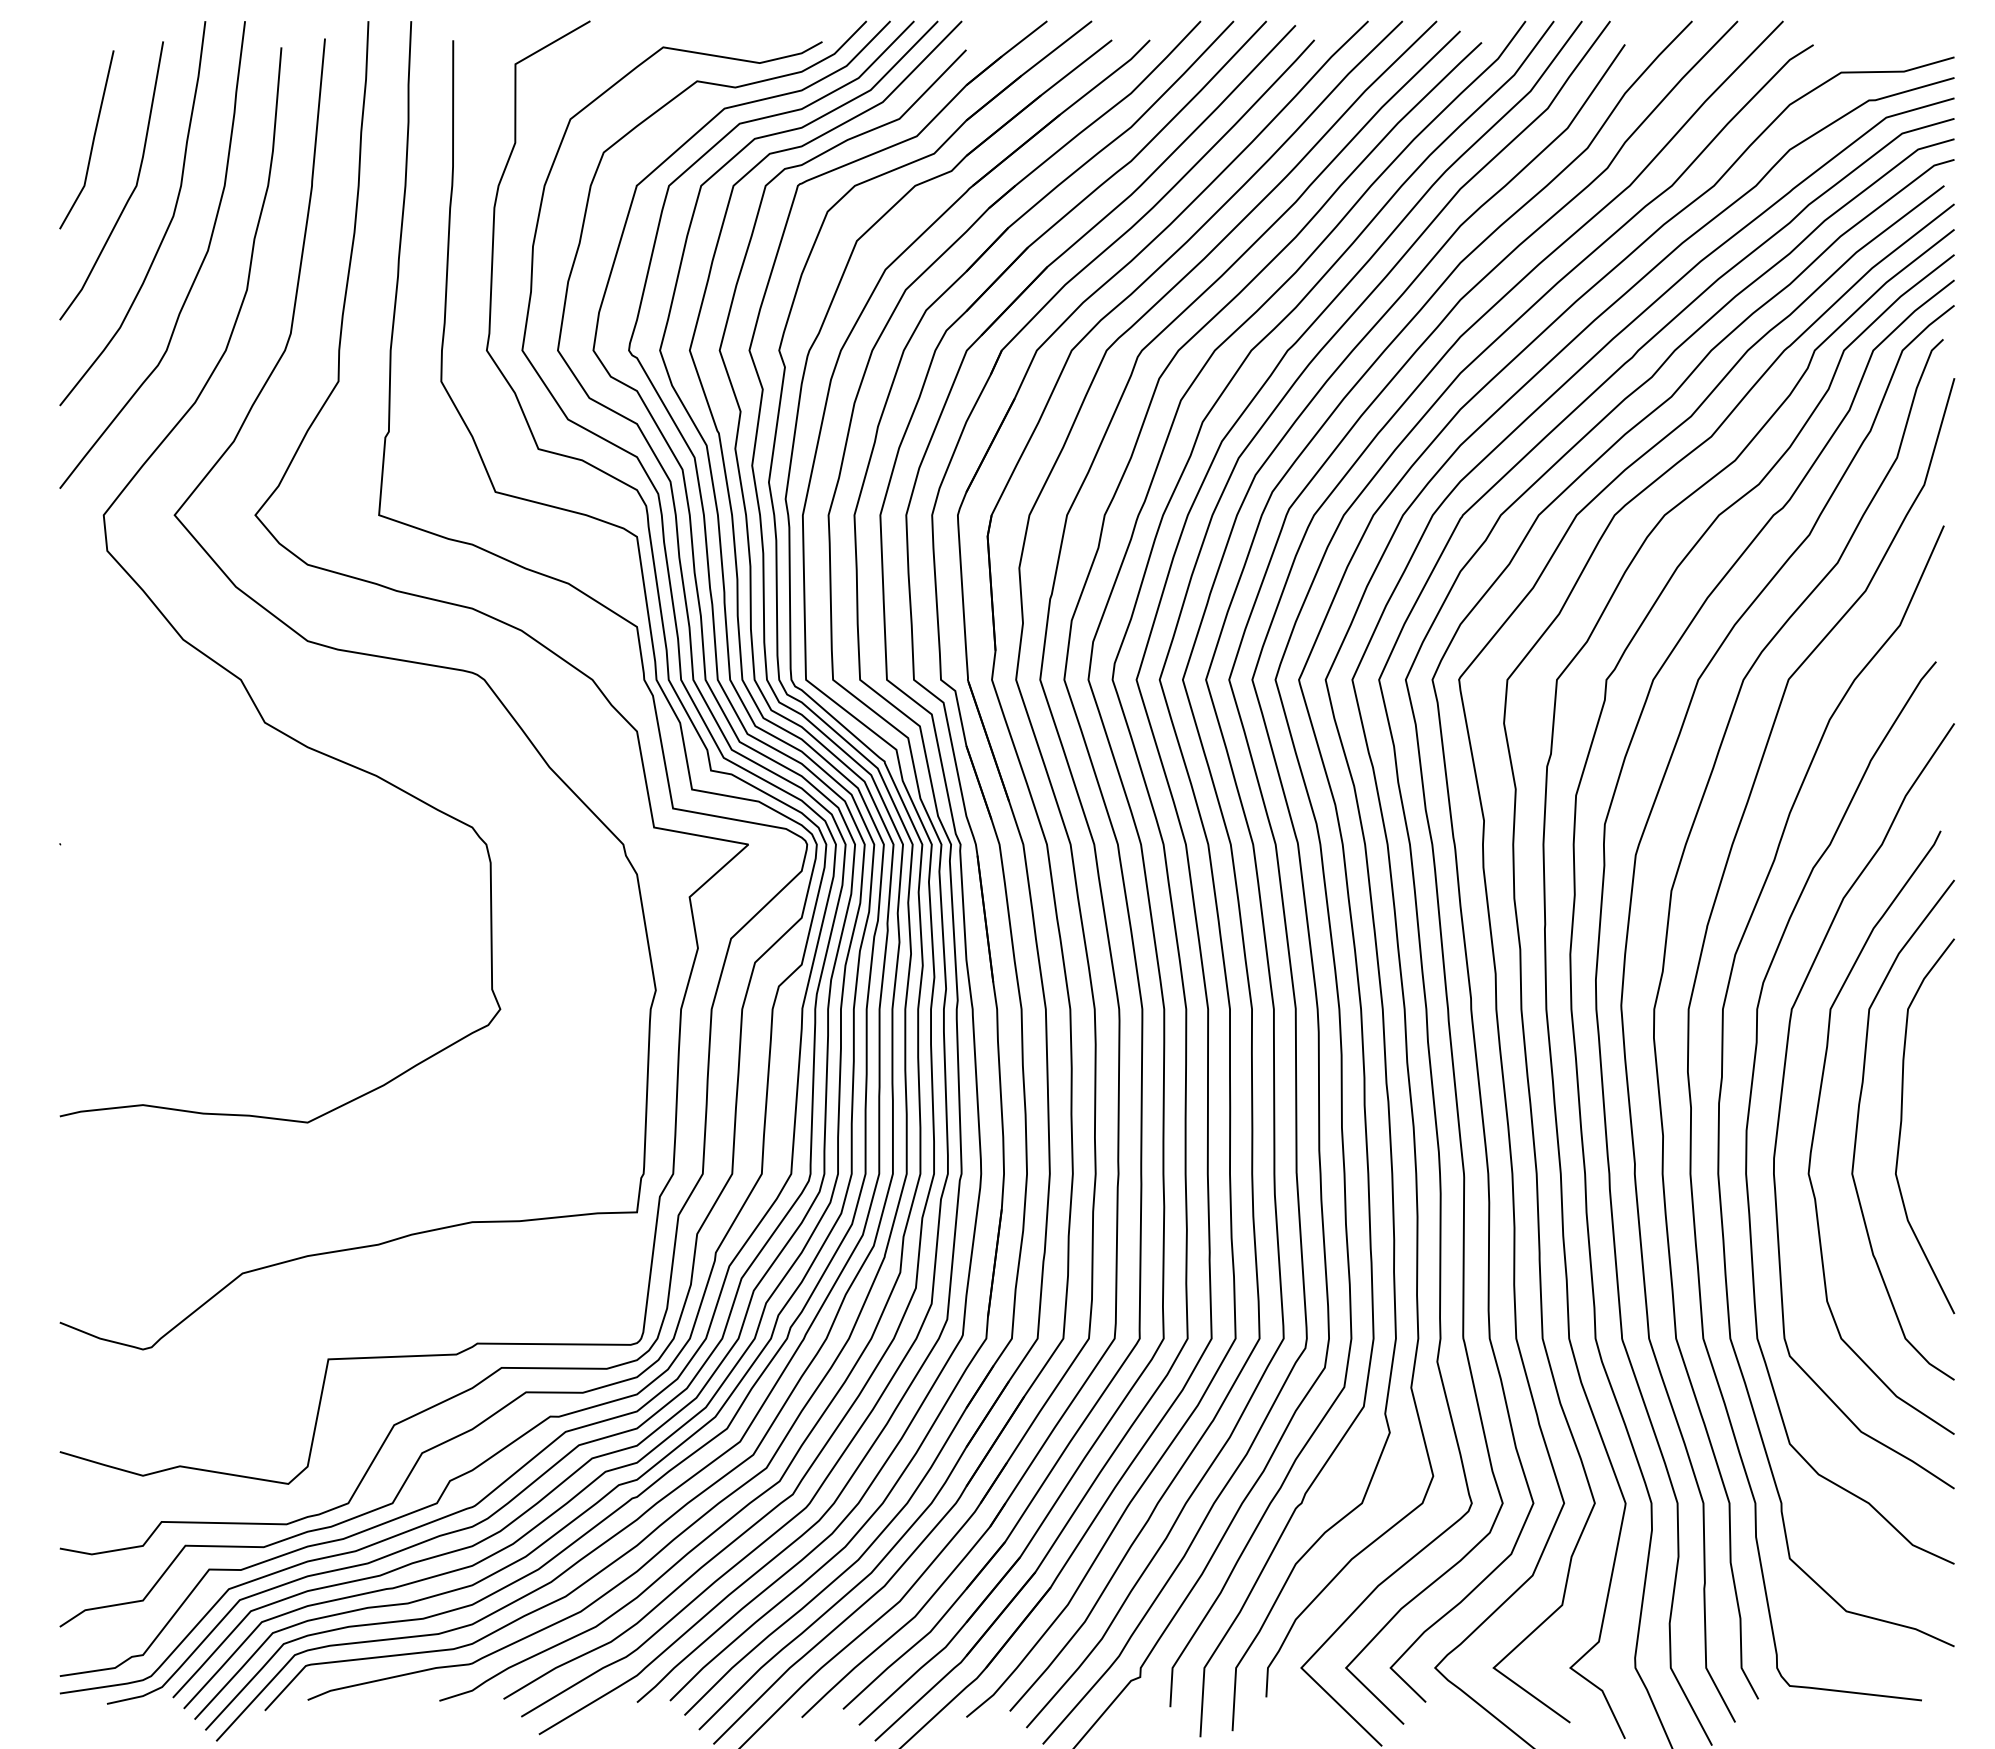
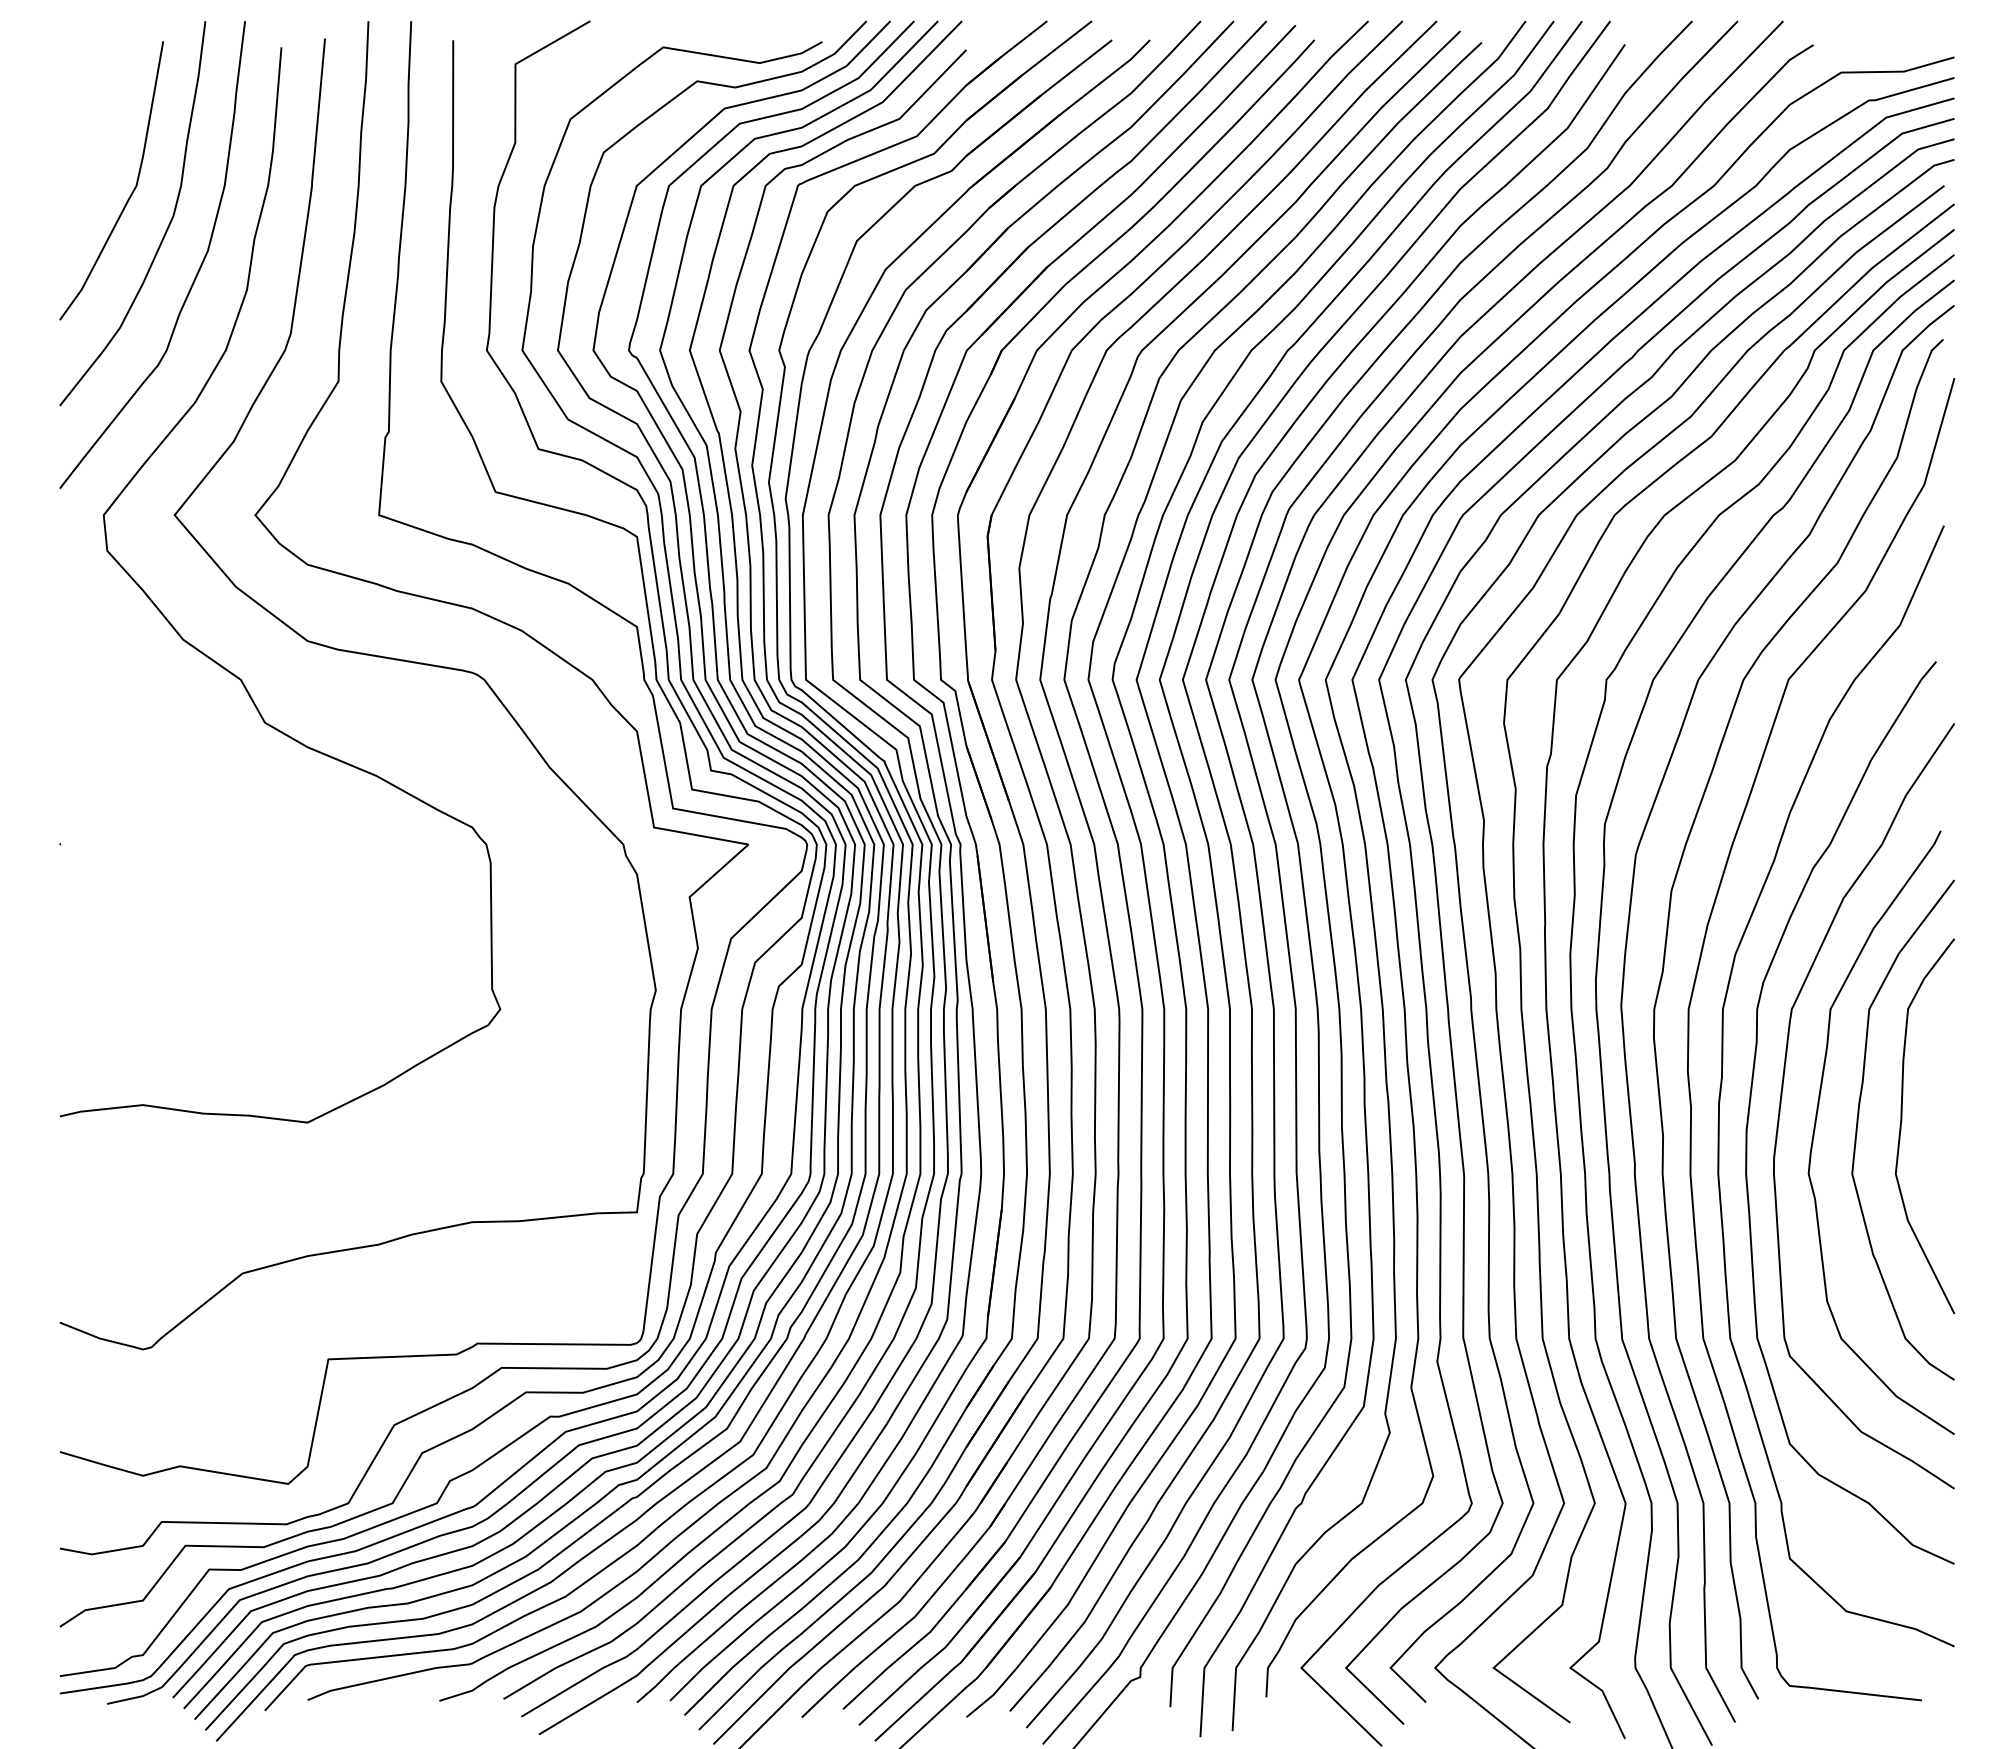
line at (92, 139): present -> none
